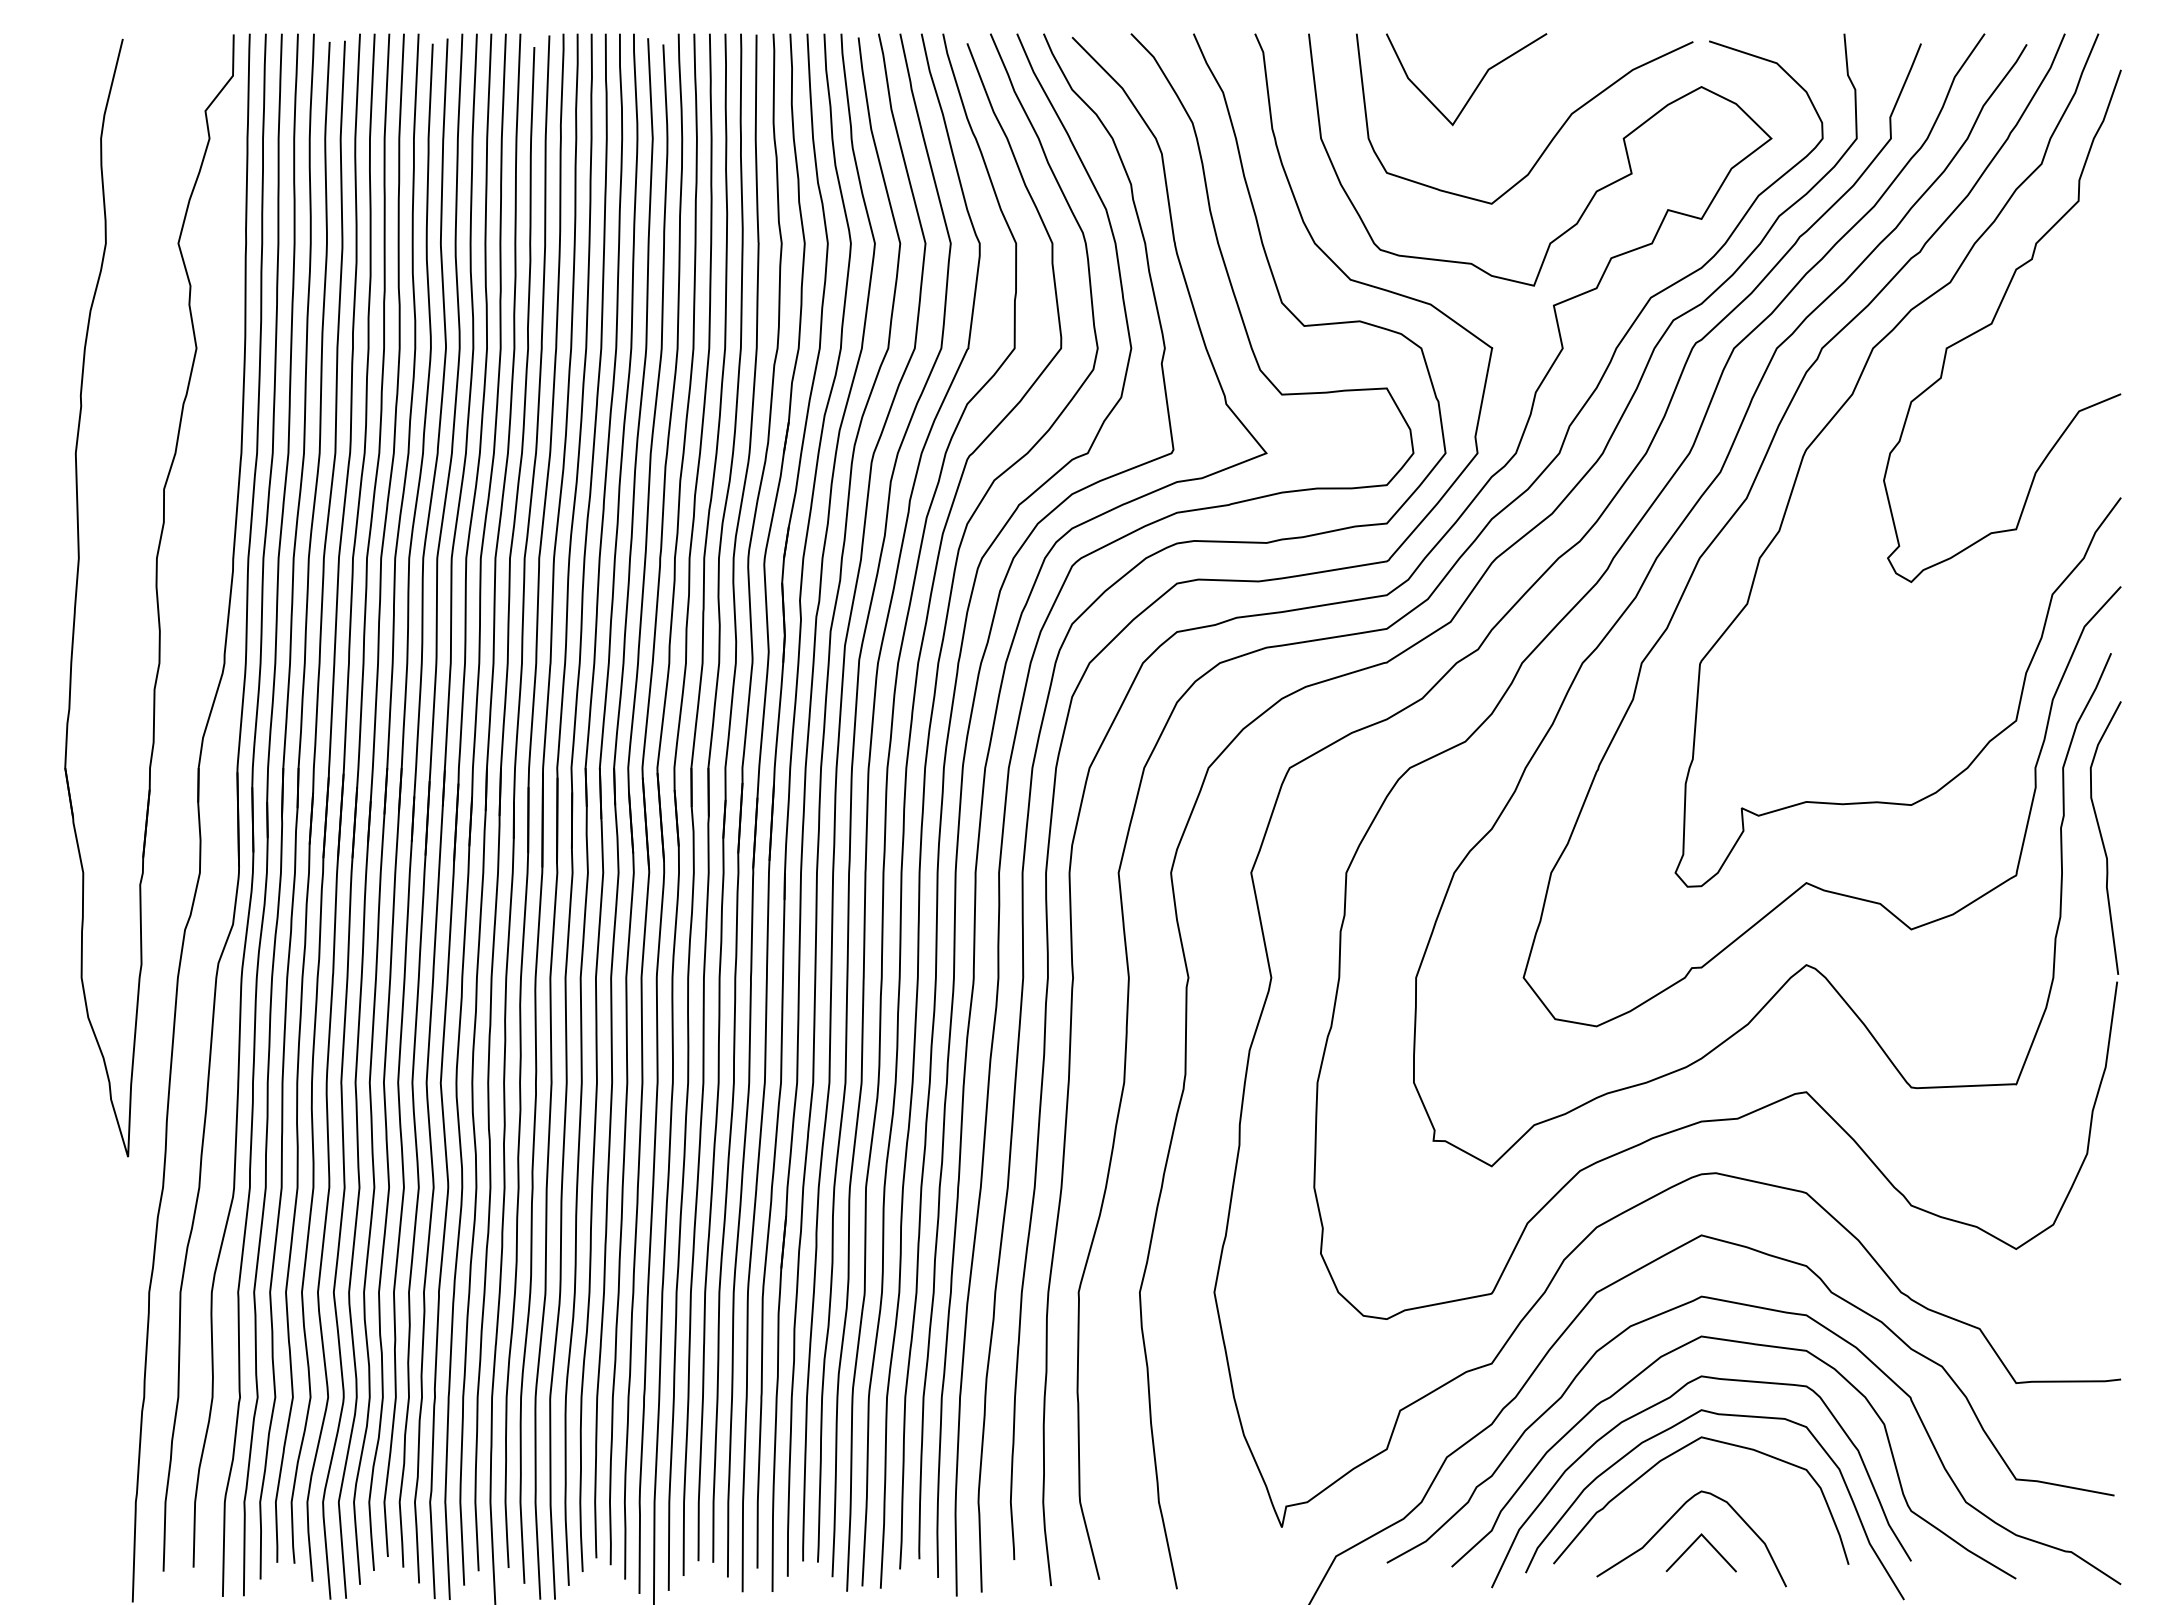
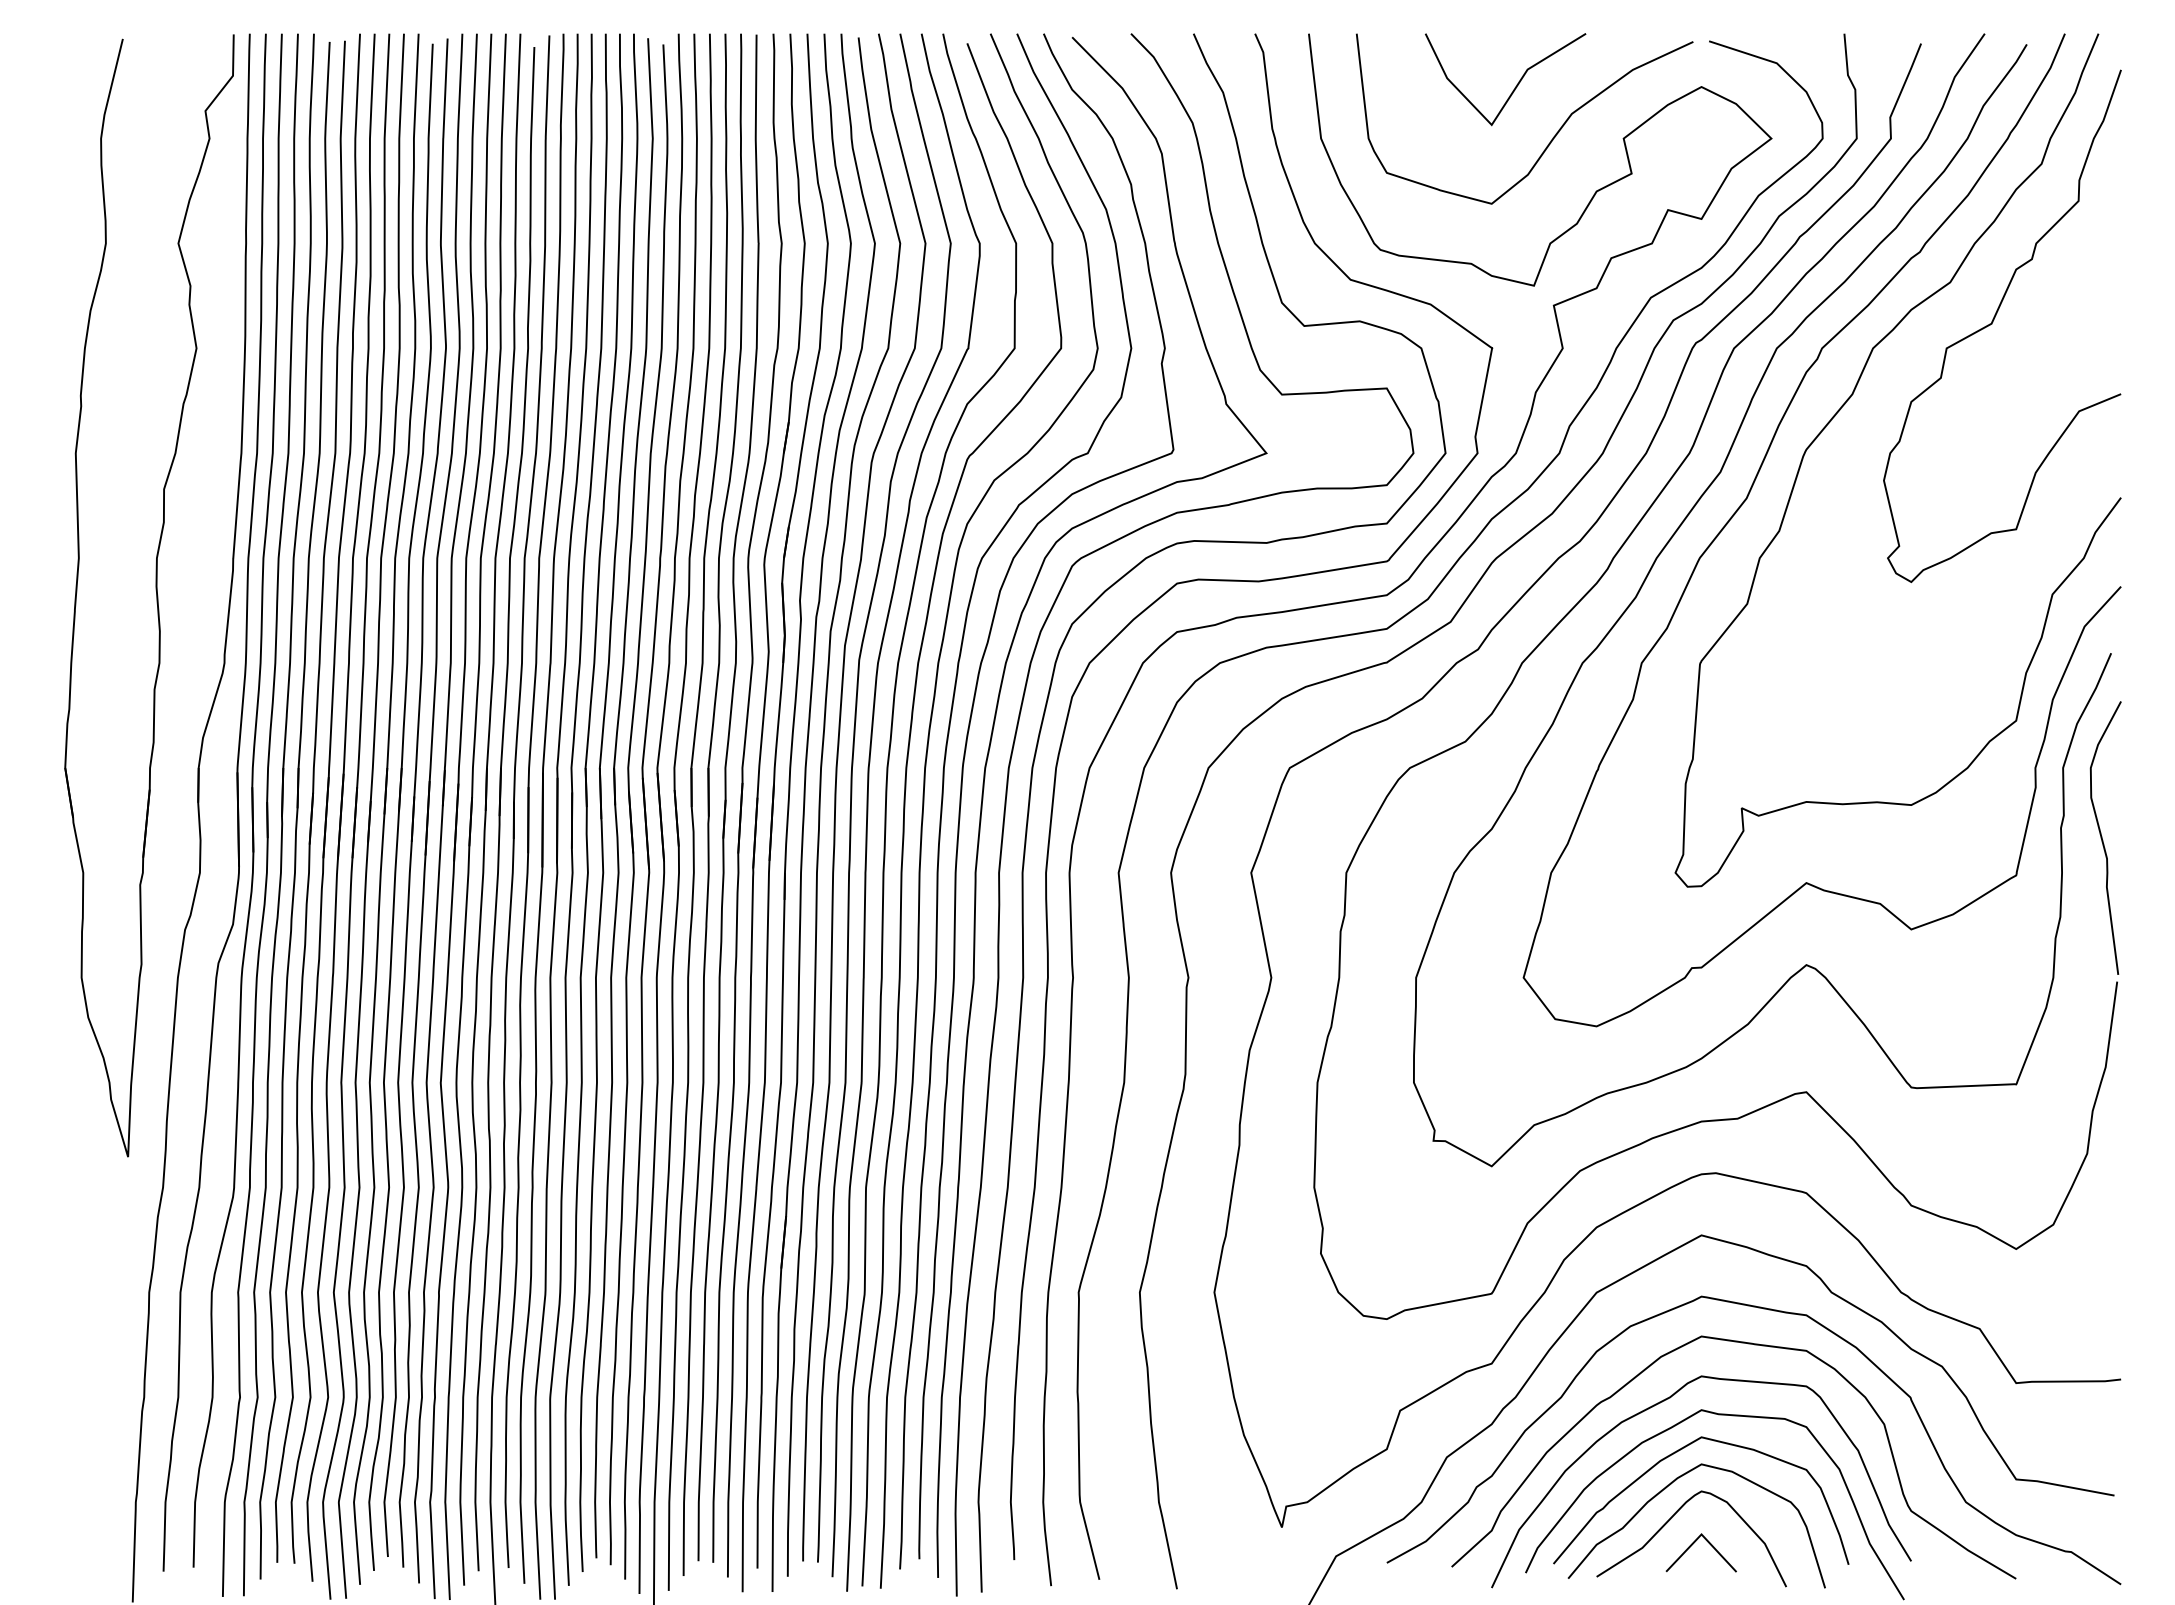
line at (1475, 87) position: (1475, 87) -> (1514, 87)
curve at (1665, 1489): none -> present
